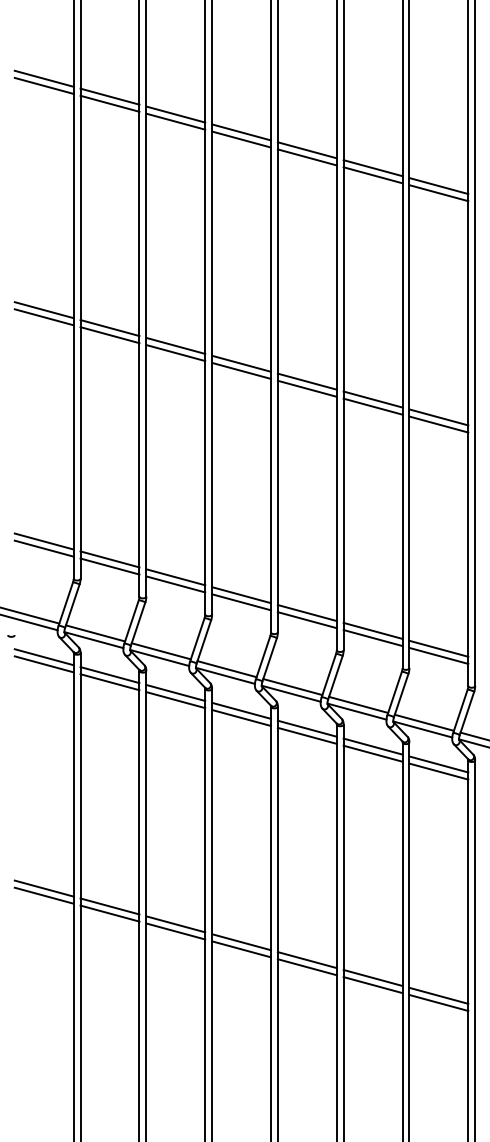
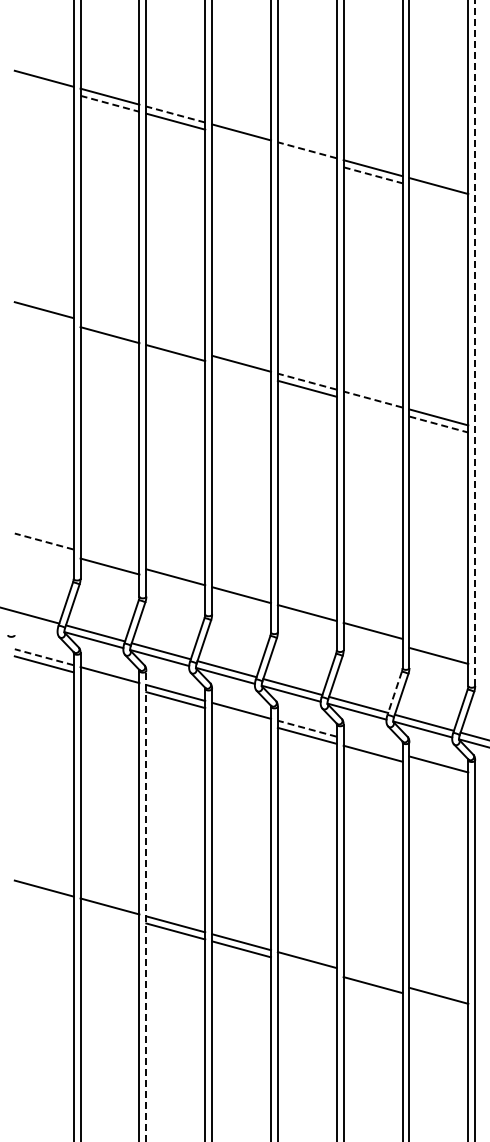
line at (43, 85): present -> none
line at (110, 103): solid -> dashed
line at (175, 114): solid -> dashed
line at (241, 139): present -> none
line at (307, 150): solid -> dashed
line at (306, 157): present -> none
line at (373, 175): solid -> dashed
line at (438, 193): present -> none
line at (43, 317): present -> none
line at (109, 328): present -> none
line at (475, 343): solid -> dashed
line at (175, 345): present -> none
line at (241, 370): present -> none
line at (307, 381): solid -> dashed
line at (373, 399): solid -> dashed
line at (372, 406): present -> none
line at (438, 424): solid -> dashed
line at (44, 541): solid -> dashed
line at (43, 548): present -> none
line at (109, 559): present -> none
line at (175, 584): present -> none
line at (241, 602): present -> none
line at (306, 620): present -> none
line at (29, 622): present -> none
line at (372, 638): present -> none
line at (438, 648): present -> none
line at (44, 657): solid -> dashed
line at (109, 682): present -> none
line at (394, 693): solid -> dashed
line at (241, 717): present -> none
line at (307, 728): solid -> dashed
line at (372, 746): present -> none
line at (438, 771): present -> none
line at (43, 895): present -> none
line at (146, 905): solid -> dashed
line at (109, 913): present -> none
line at (306, 967): present -> none
line at (372, 977): present -> none
line at (438, 1002): present -> none
